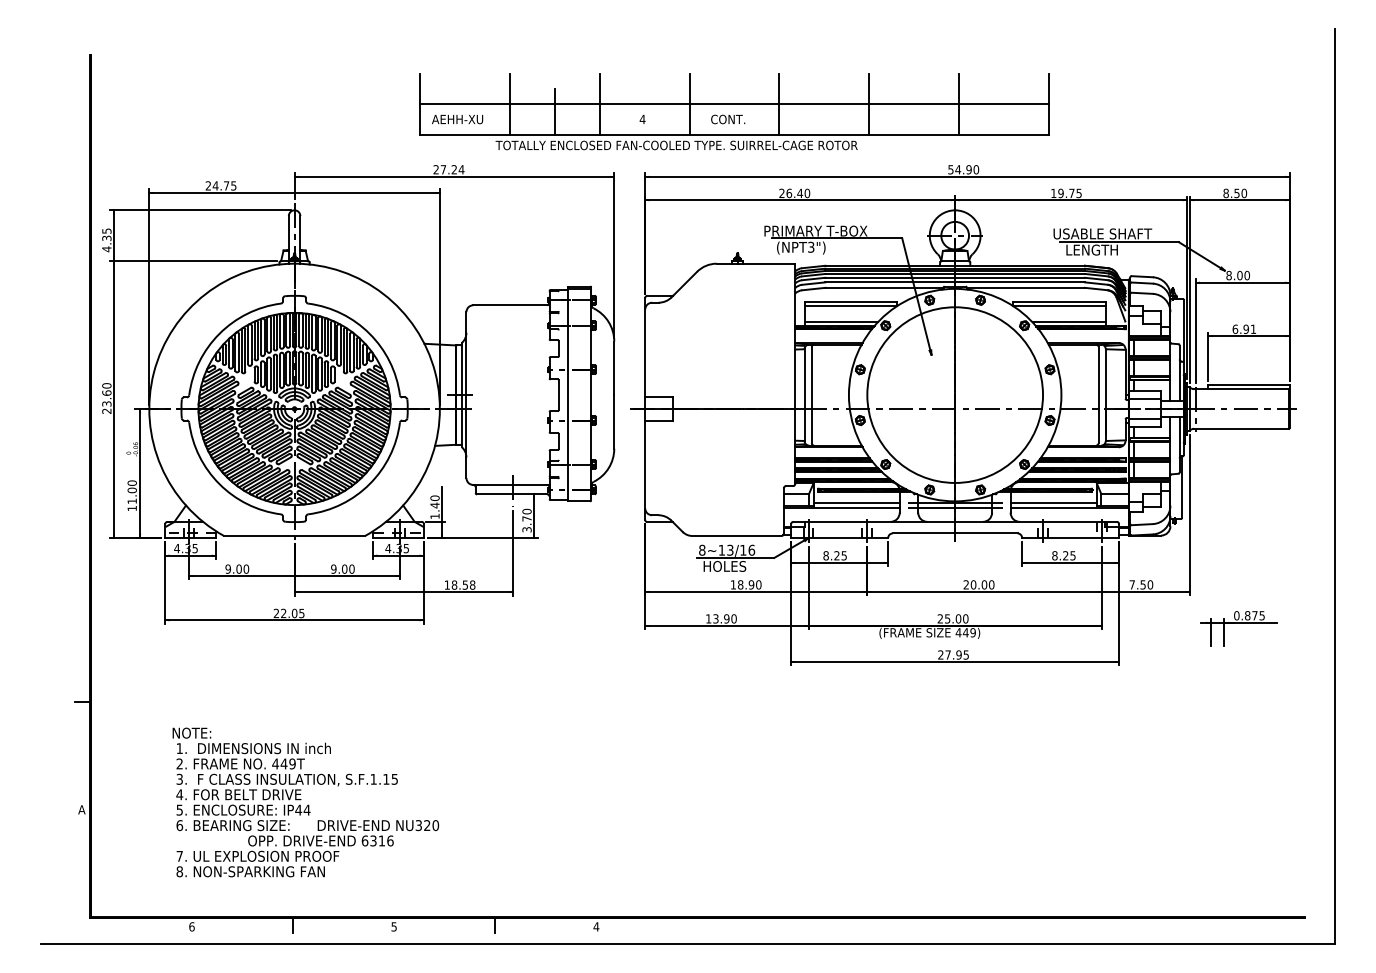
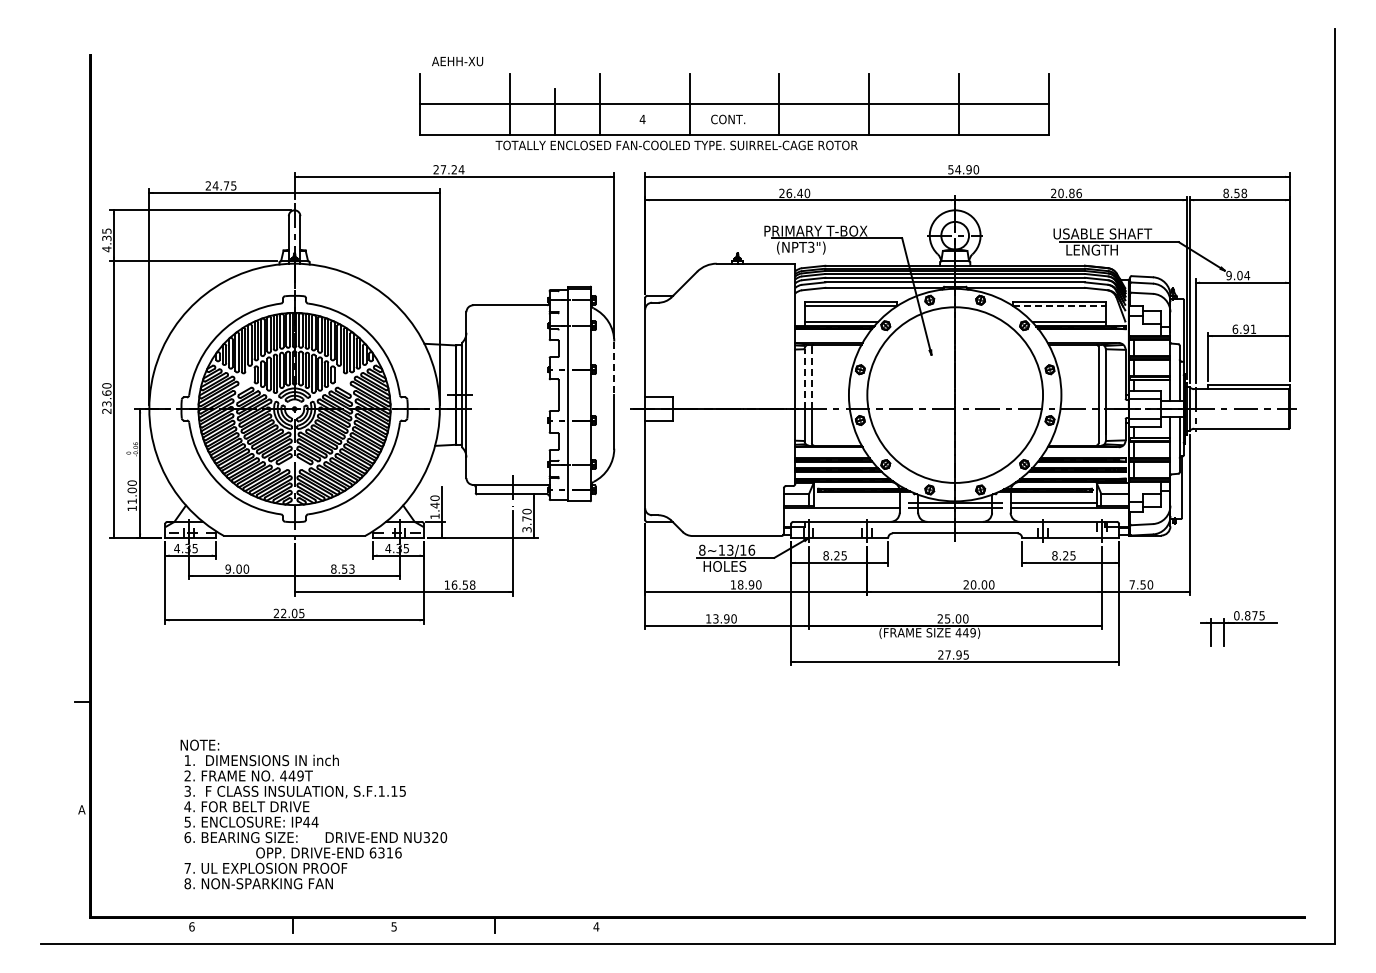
text at (457, 119) position: (457, 119) -> (457, 61)
text at (1066, 193): 19.75 -> 20.86
text at (1244, 193): 8.50 -> 8.58
text at (1238, 275): 8.00 -> 9.04
line at (1060, 306): solid -> dashed
line at (614, 368): solid -> dashed
line at (811, 377): solid -> dashed
line at (804, 379): solid -> dashed
line at (856, 503): present -> none
text at (342, 568): 9.00 -> 8.53
text at (454, 584): 18.58 -> 16.58
text at (305, 802) position: (305, 802) -> (313, 814)
